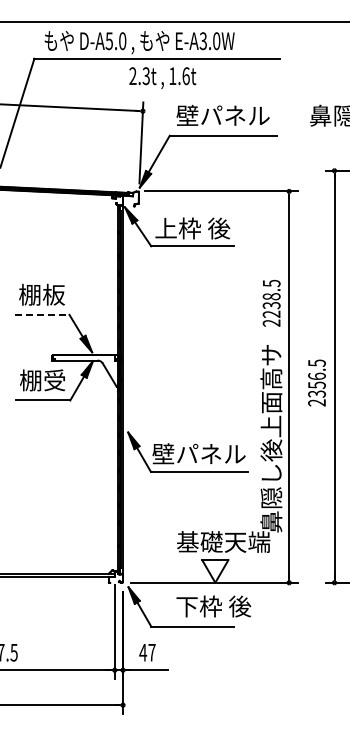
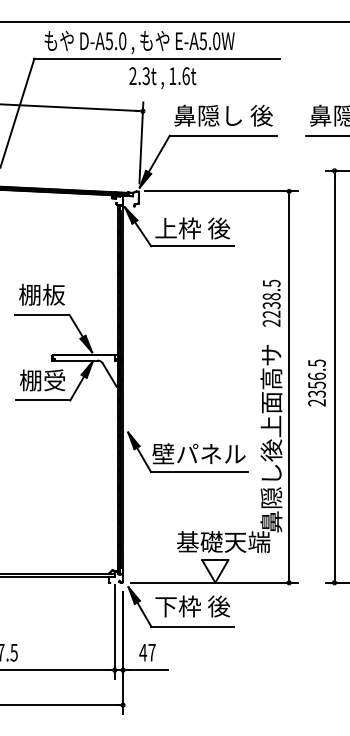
text at (203, 40): E-A3.0W -> E-A5.0W
text at (223, 115): 壁パネル -> 鼻隠し 後
line at (325, 135): none -> present
line at (42, 314): dashed -> solid
text at (213, 606) position: (213, 606) -> (192, 606)
